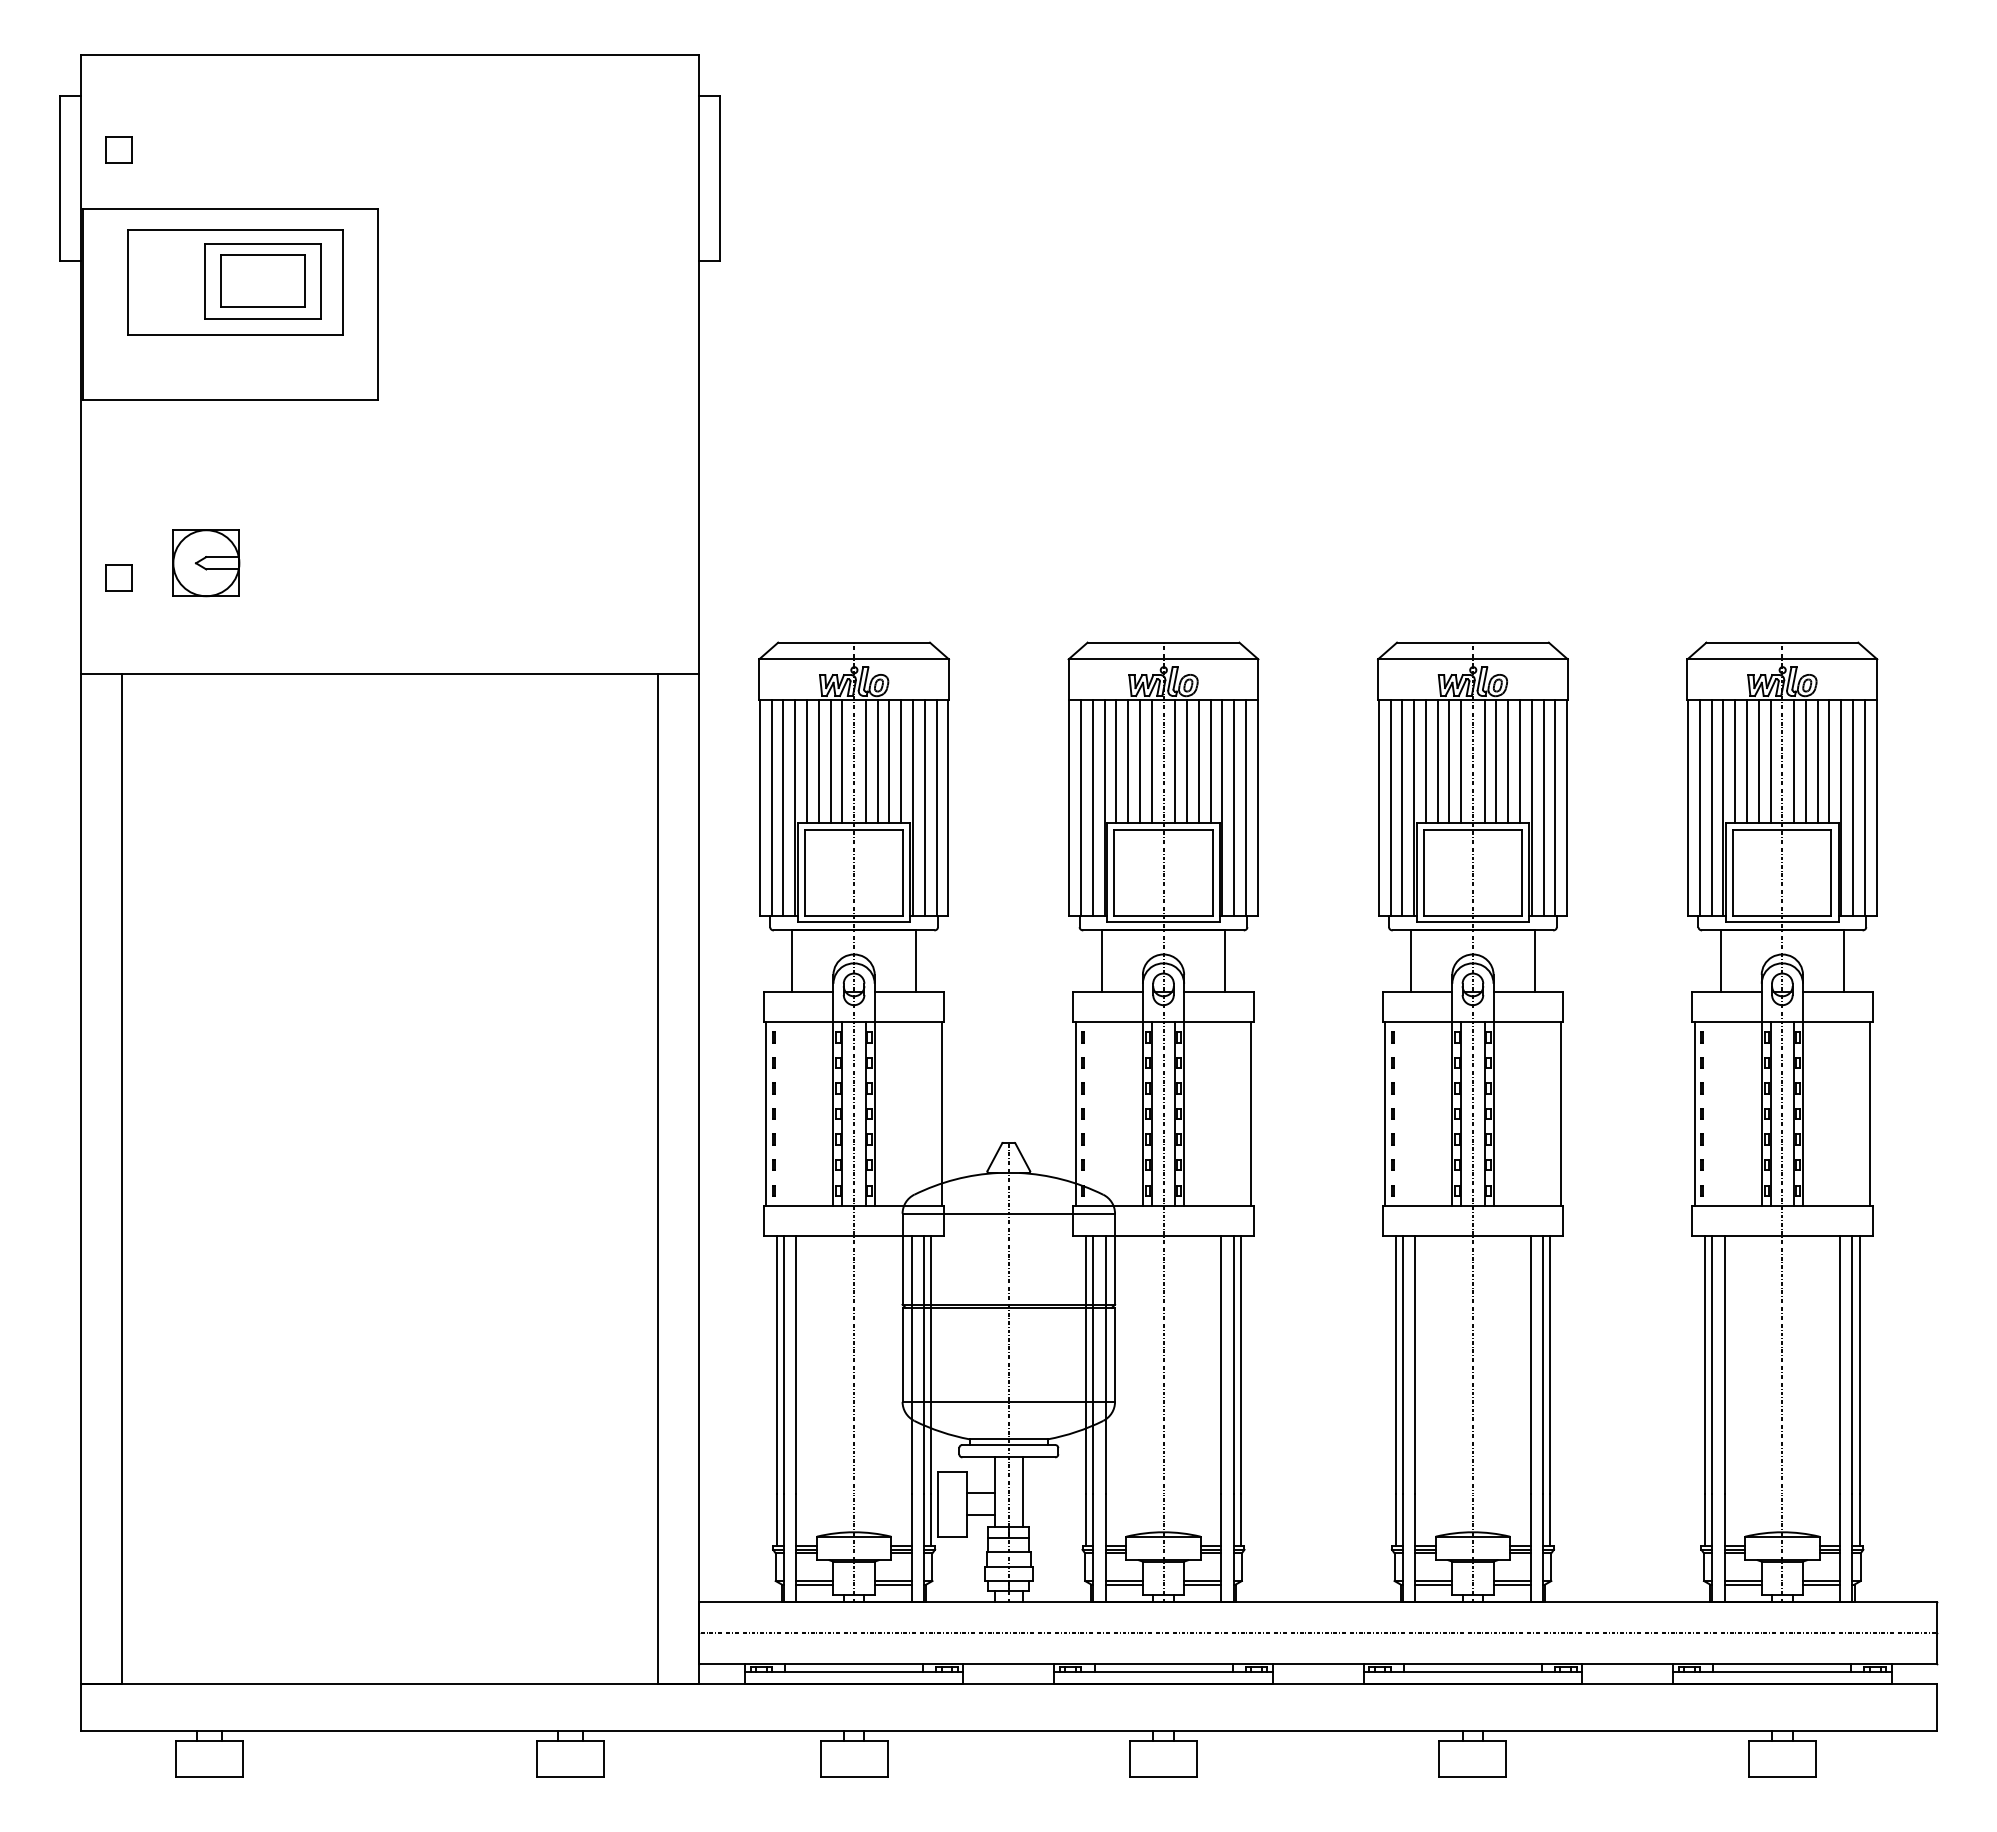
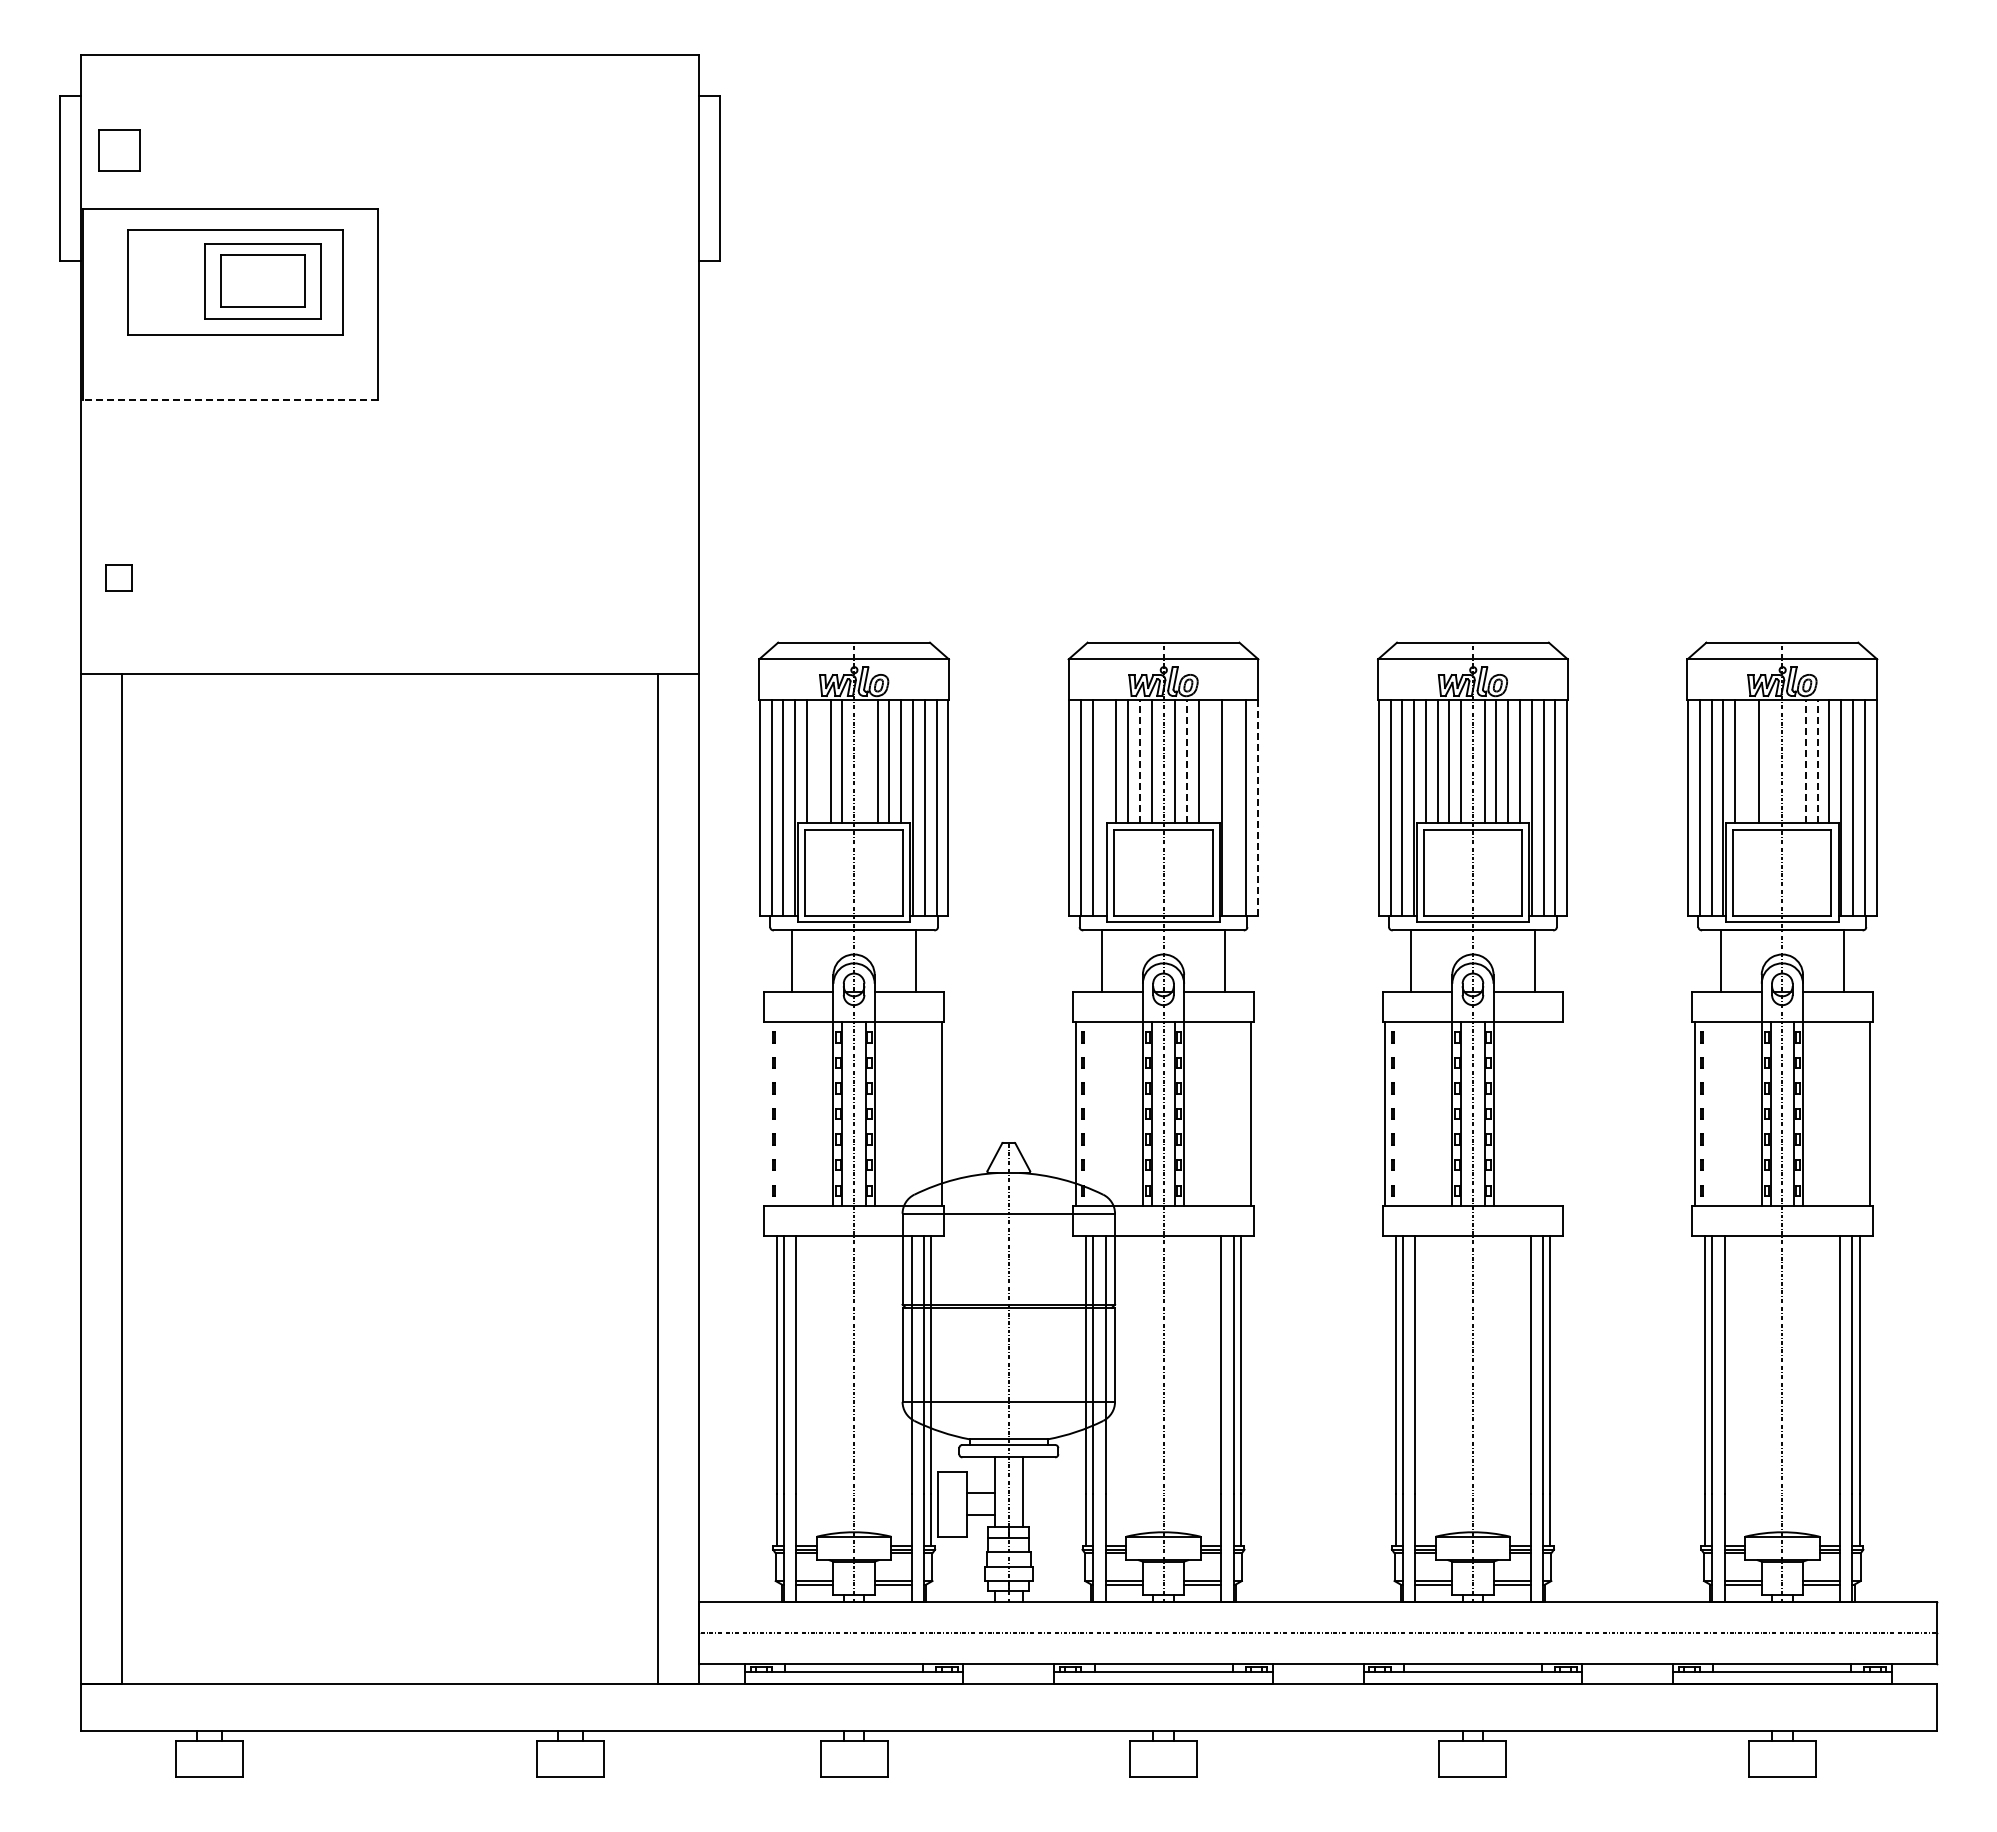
part at (118, 149) size: 28x28 px -> 43x43 px
line at (229, 400): solid -> dashed
part at (206, 563): present -> none
line at (818, 761): present -> none
line at (865, 761): present -> none
line at (1140, 761): solid -> dashed
line at (1187, 761): solid -> dashed
line at (1210, 761): present -> none
line at (1747, 761): present -> none
line at (1770, 761): present -> none
line at (1794, 761): present -> none
line at (1805, 761): solid -> dashed
line at (1817, 761): solid -> dashed
line at (1104, 808): present -> none
line at (1234, 808): present -> none
line at (1257, 808): solid -> dashed
line at (766, 1113): present -> none
line at (1560, 1113): present -> none
